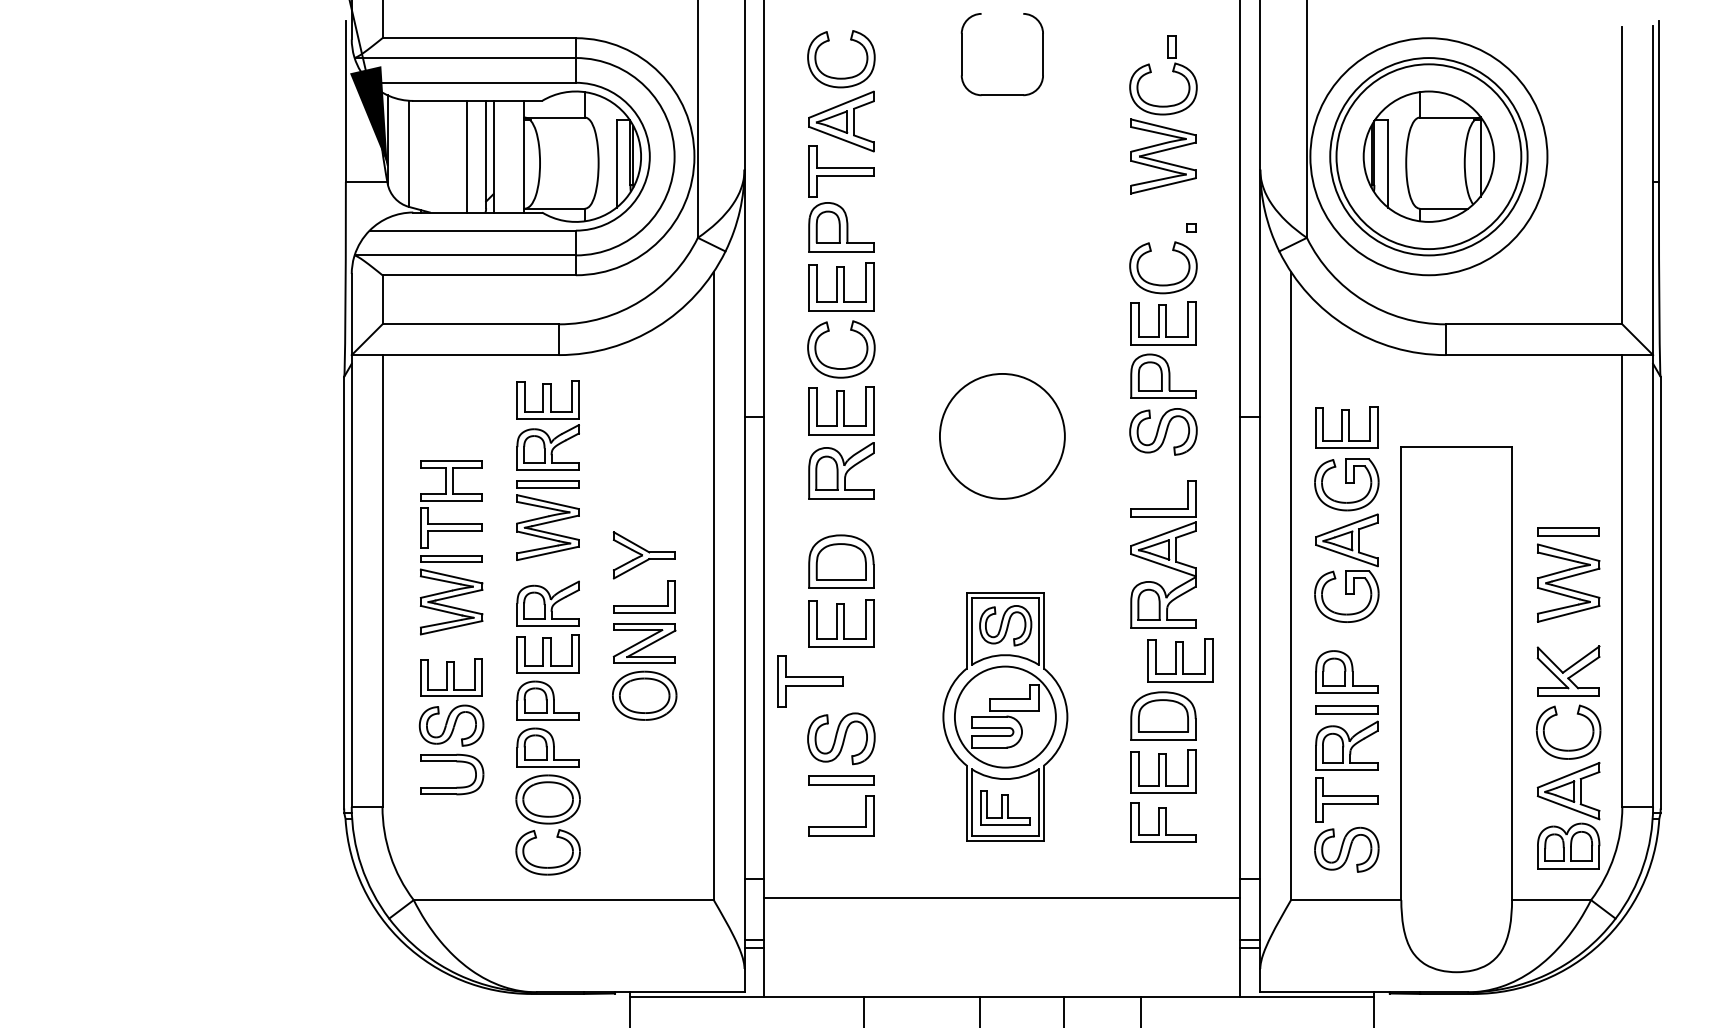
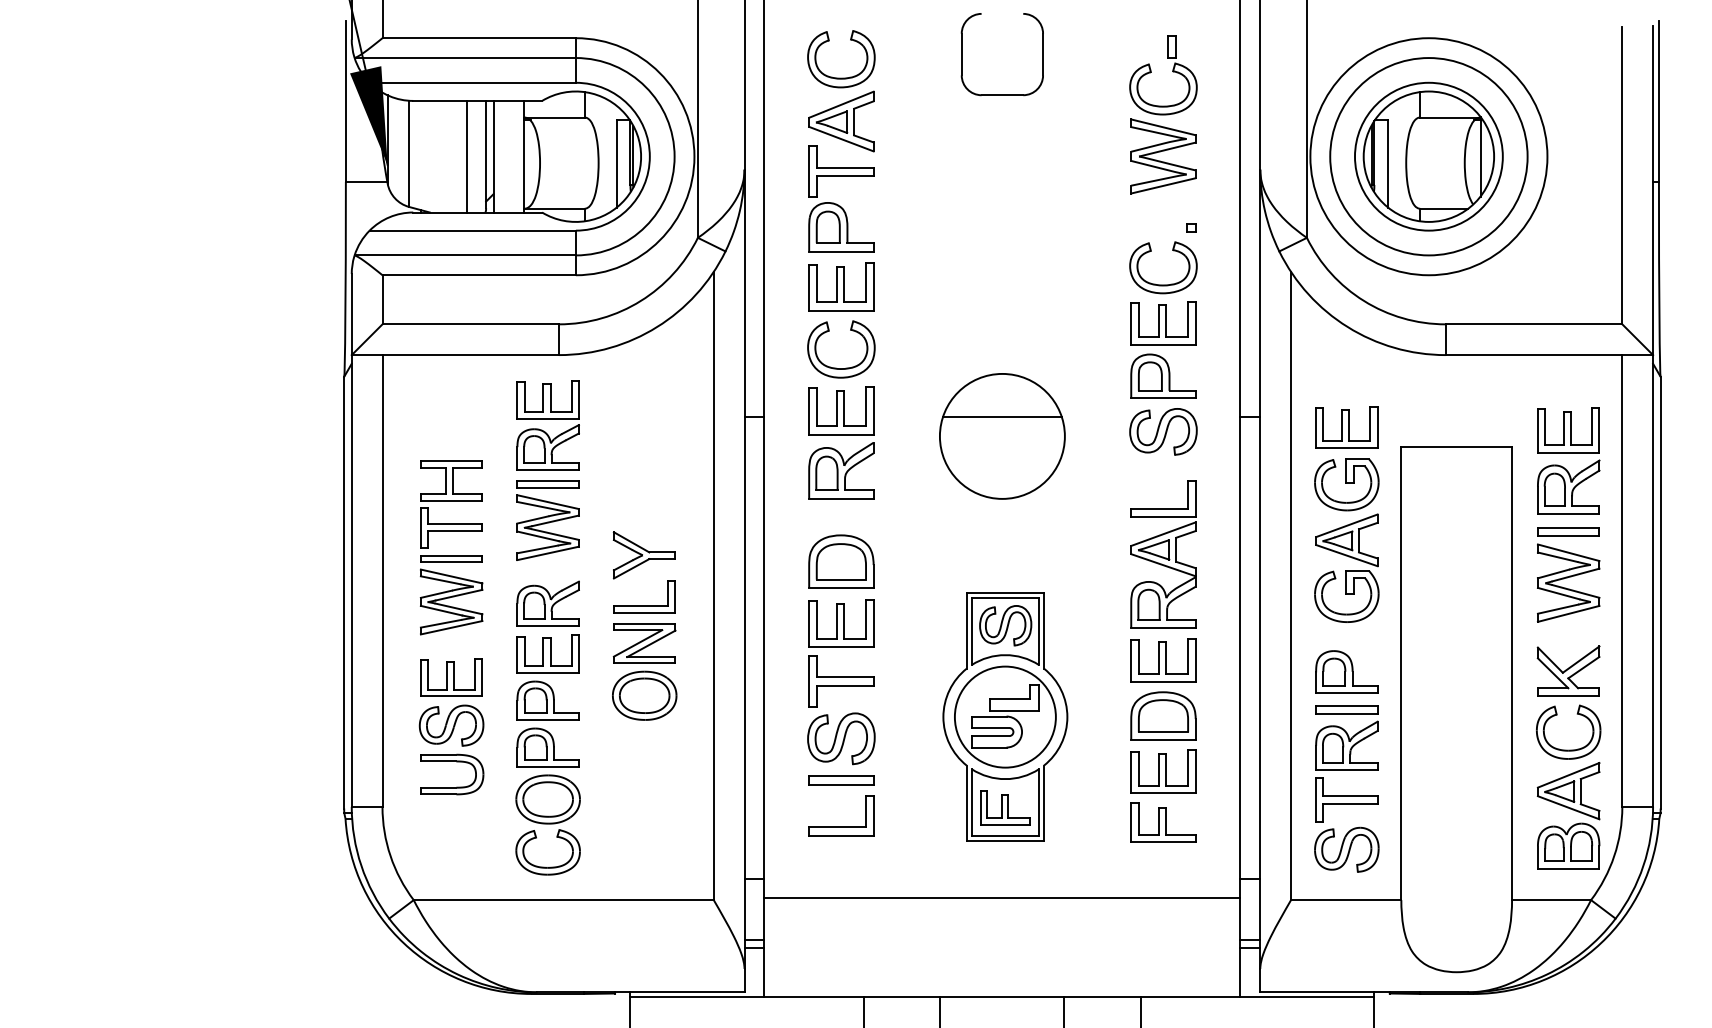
circle at (1428, 156) diameter: 185 px -> 148 px
line at (1002, 416): none -> present
part at (1568, 453): none -> present
part at (1180, 660) position: (1180, 660) -> (1163, 660)
part at (810, 681) position: (810, 681) -> (841, 681)
line at (980, 1010) position: (980, 1010) -> (940, 1010)
